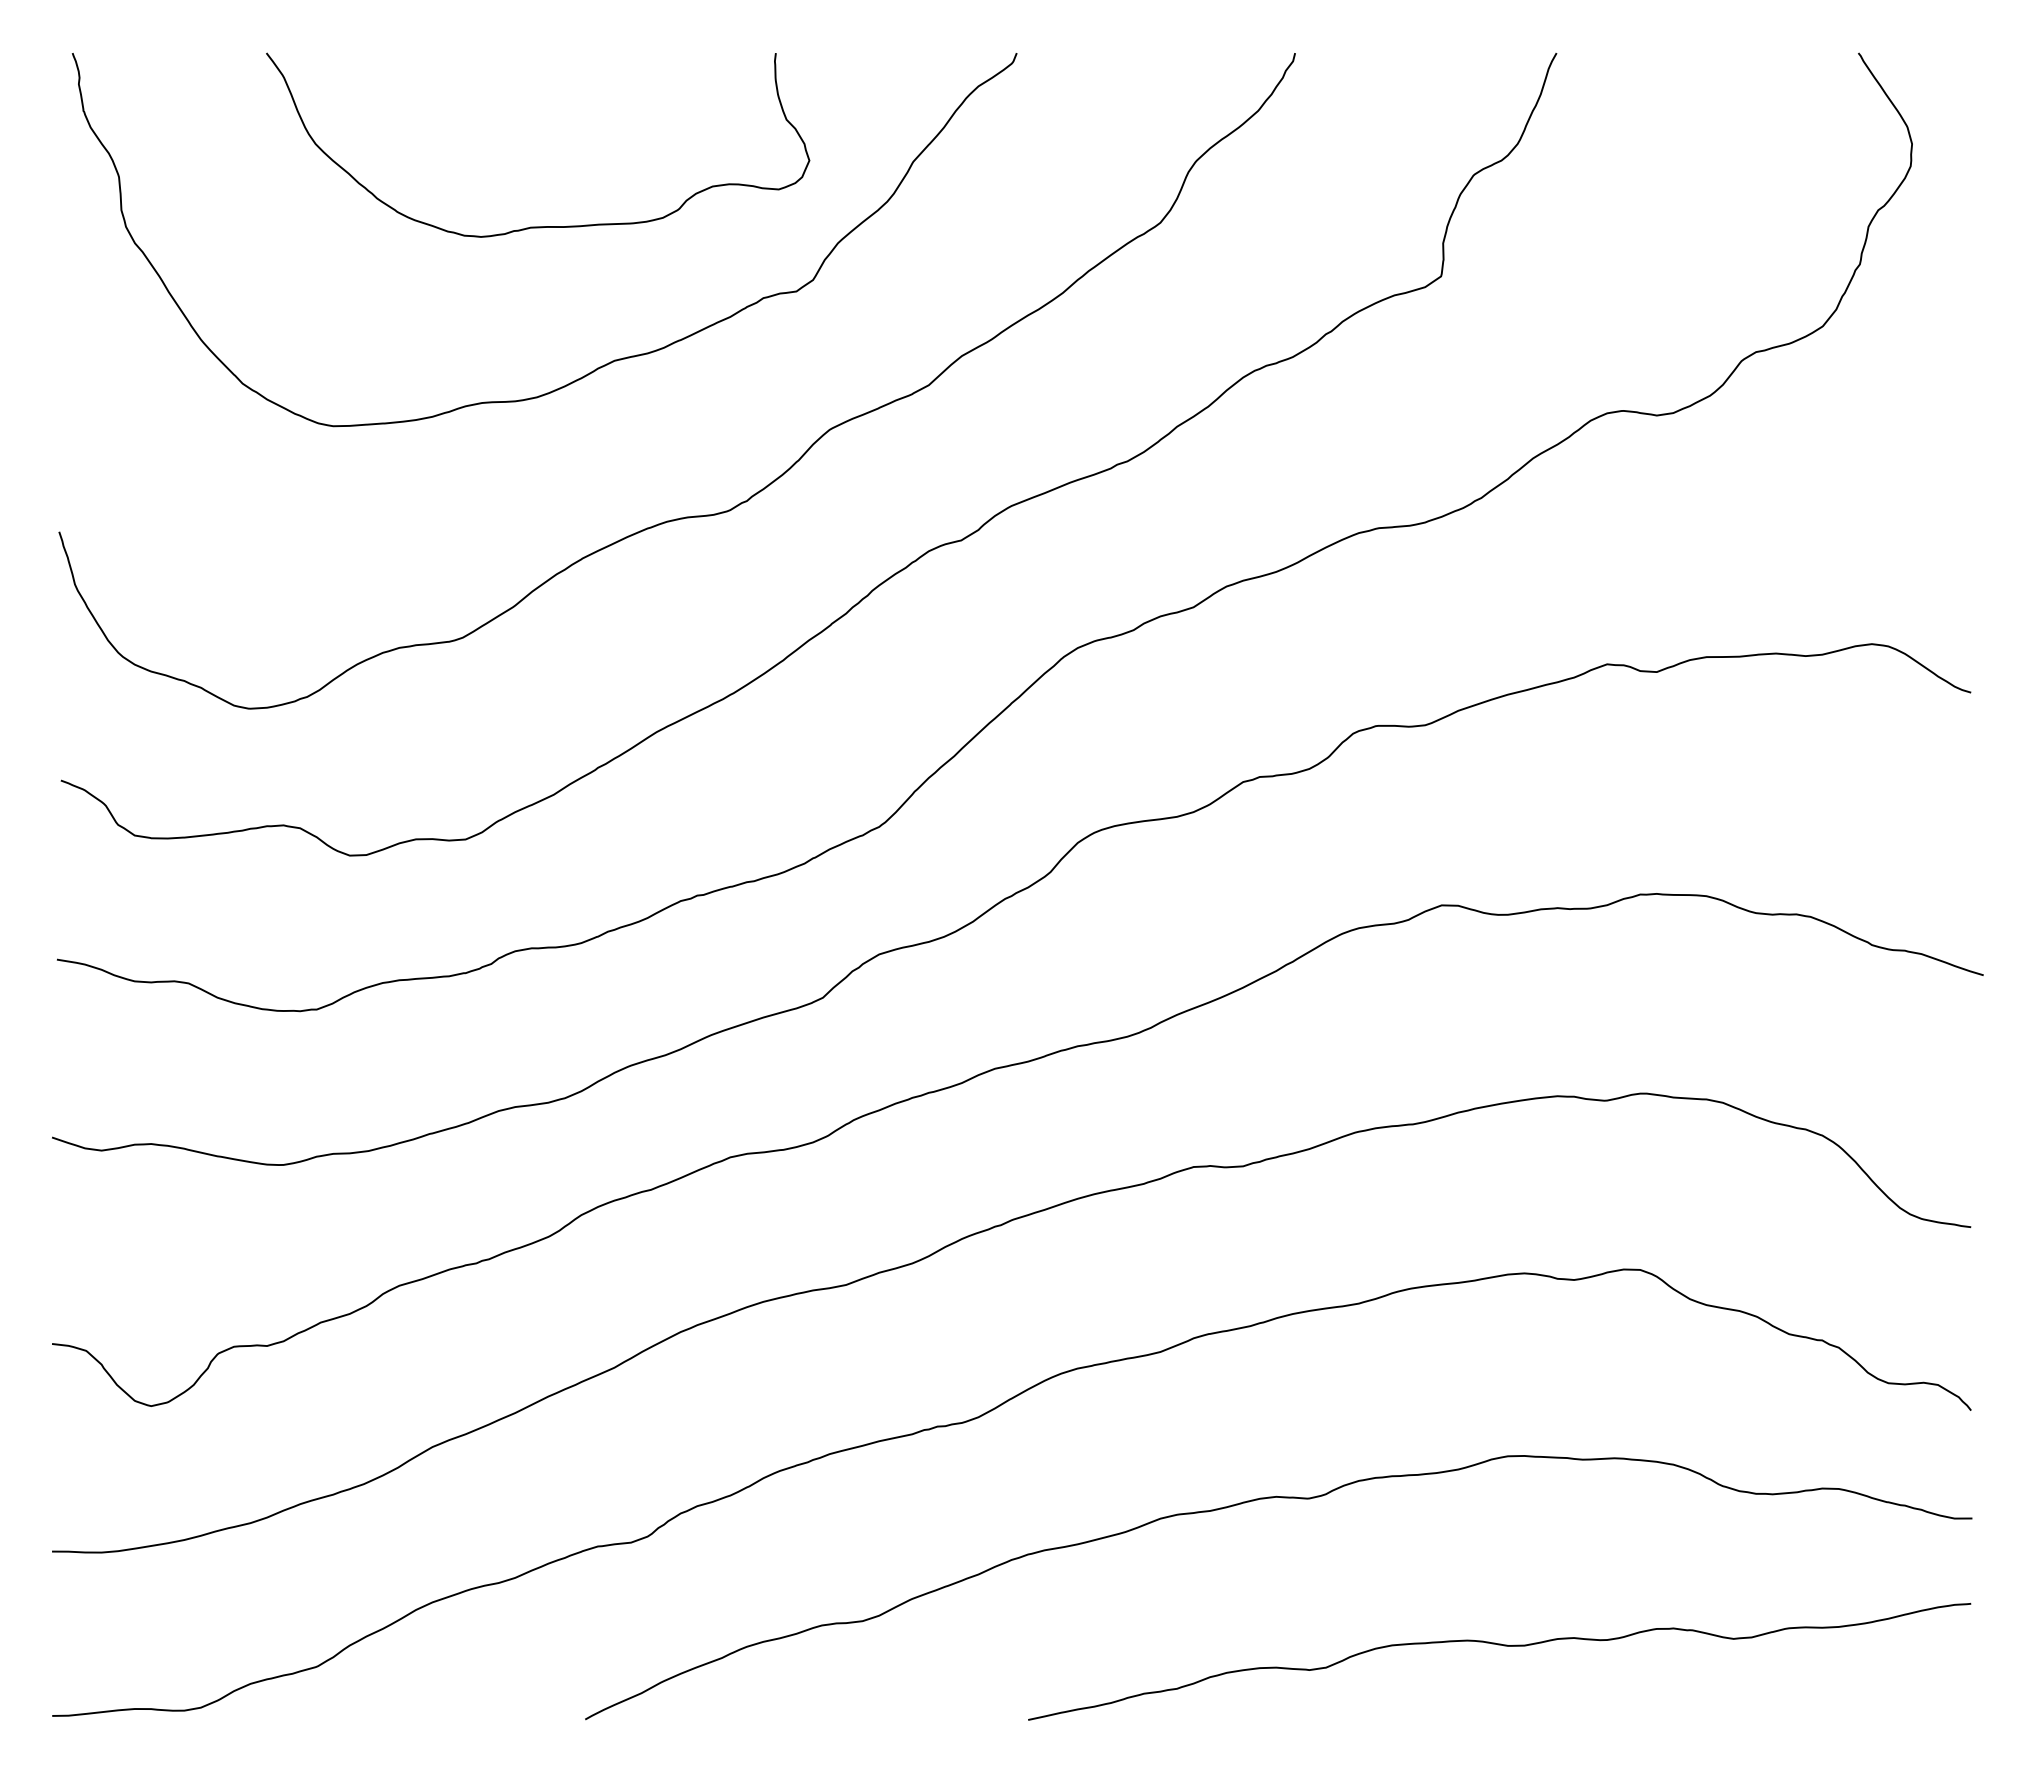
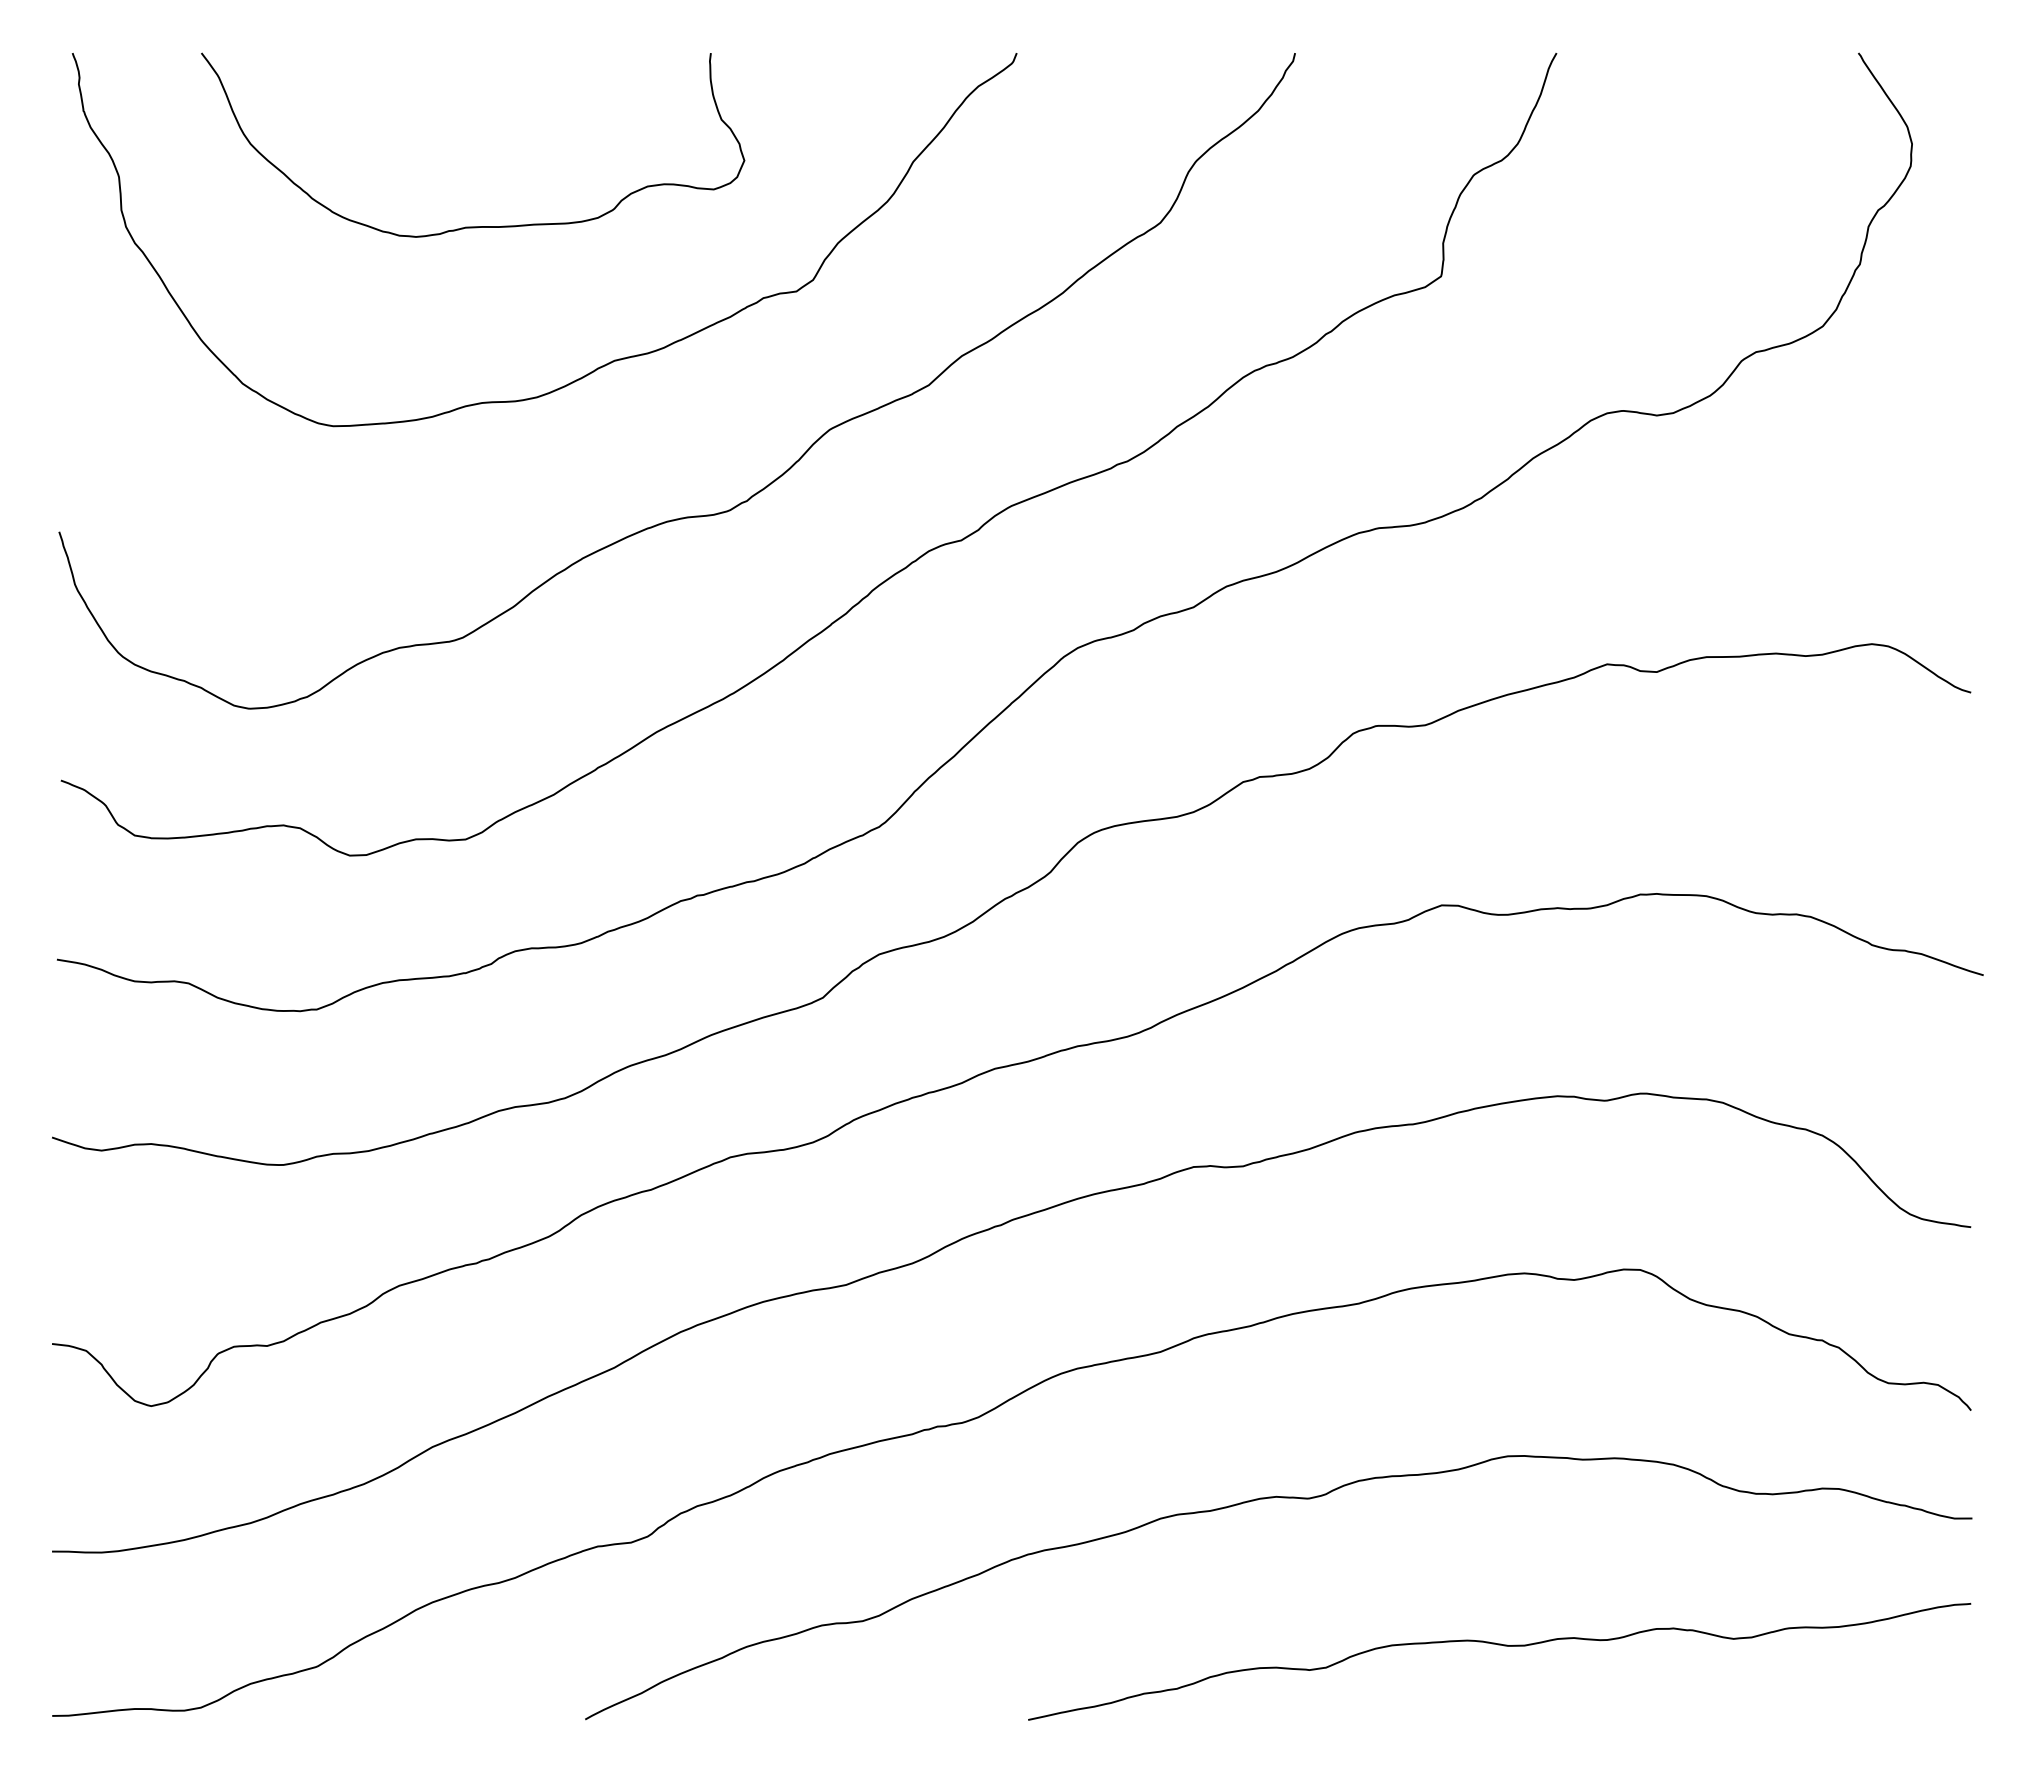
curve at (538, 226) position: (538, 226) -> (473, 226)
